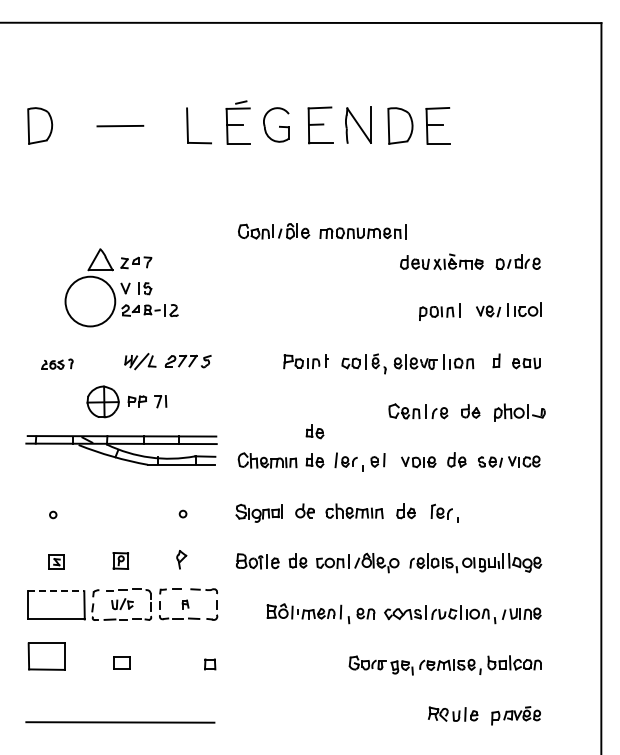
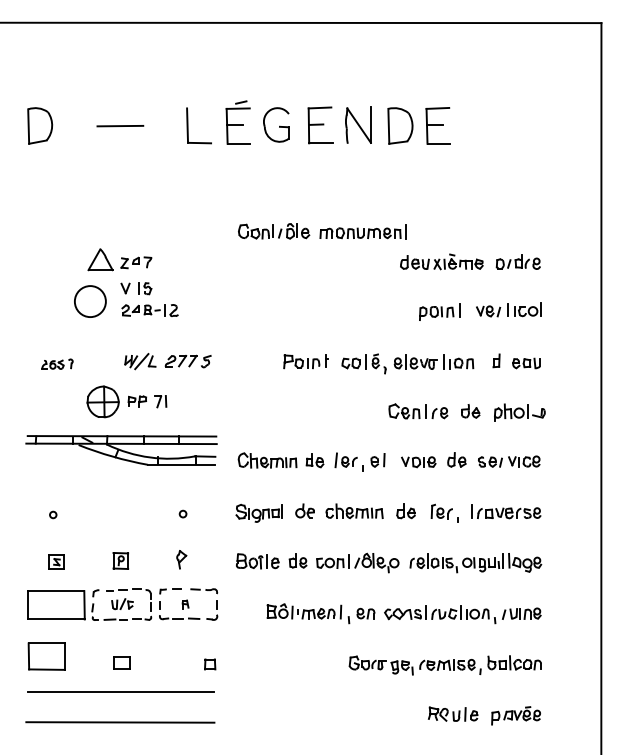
circle at (90, 301) diameter: 50 px -> 31 px
part at (314, 431): present -> none
part at (506, 511): none -> present
line at (56, 591): dashed -> solid
line at (121, 692): none -> present
